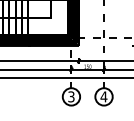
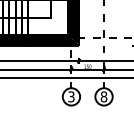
text at (103, 96): 4 -> 8
